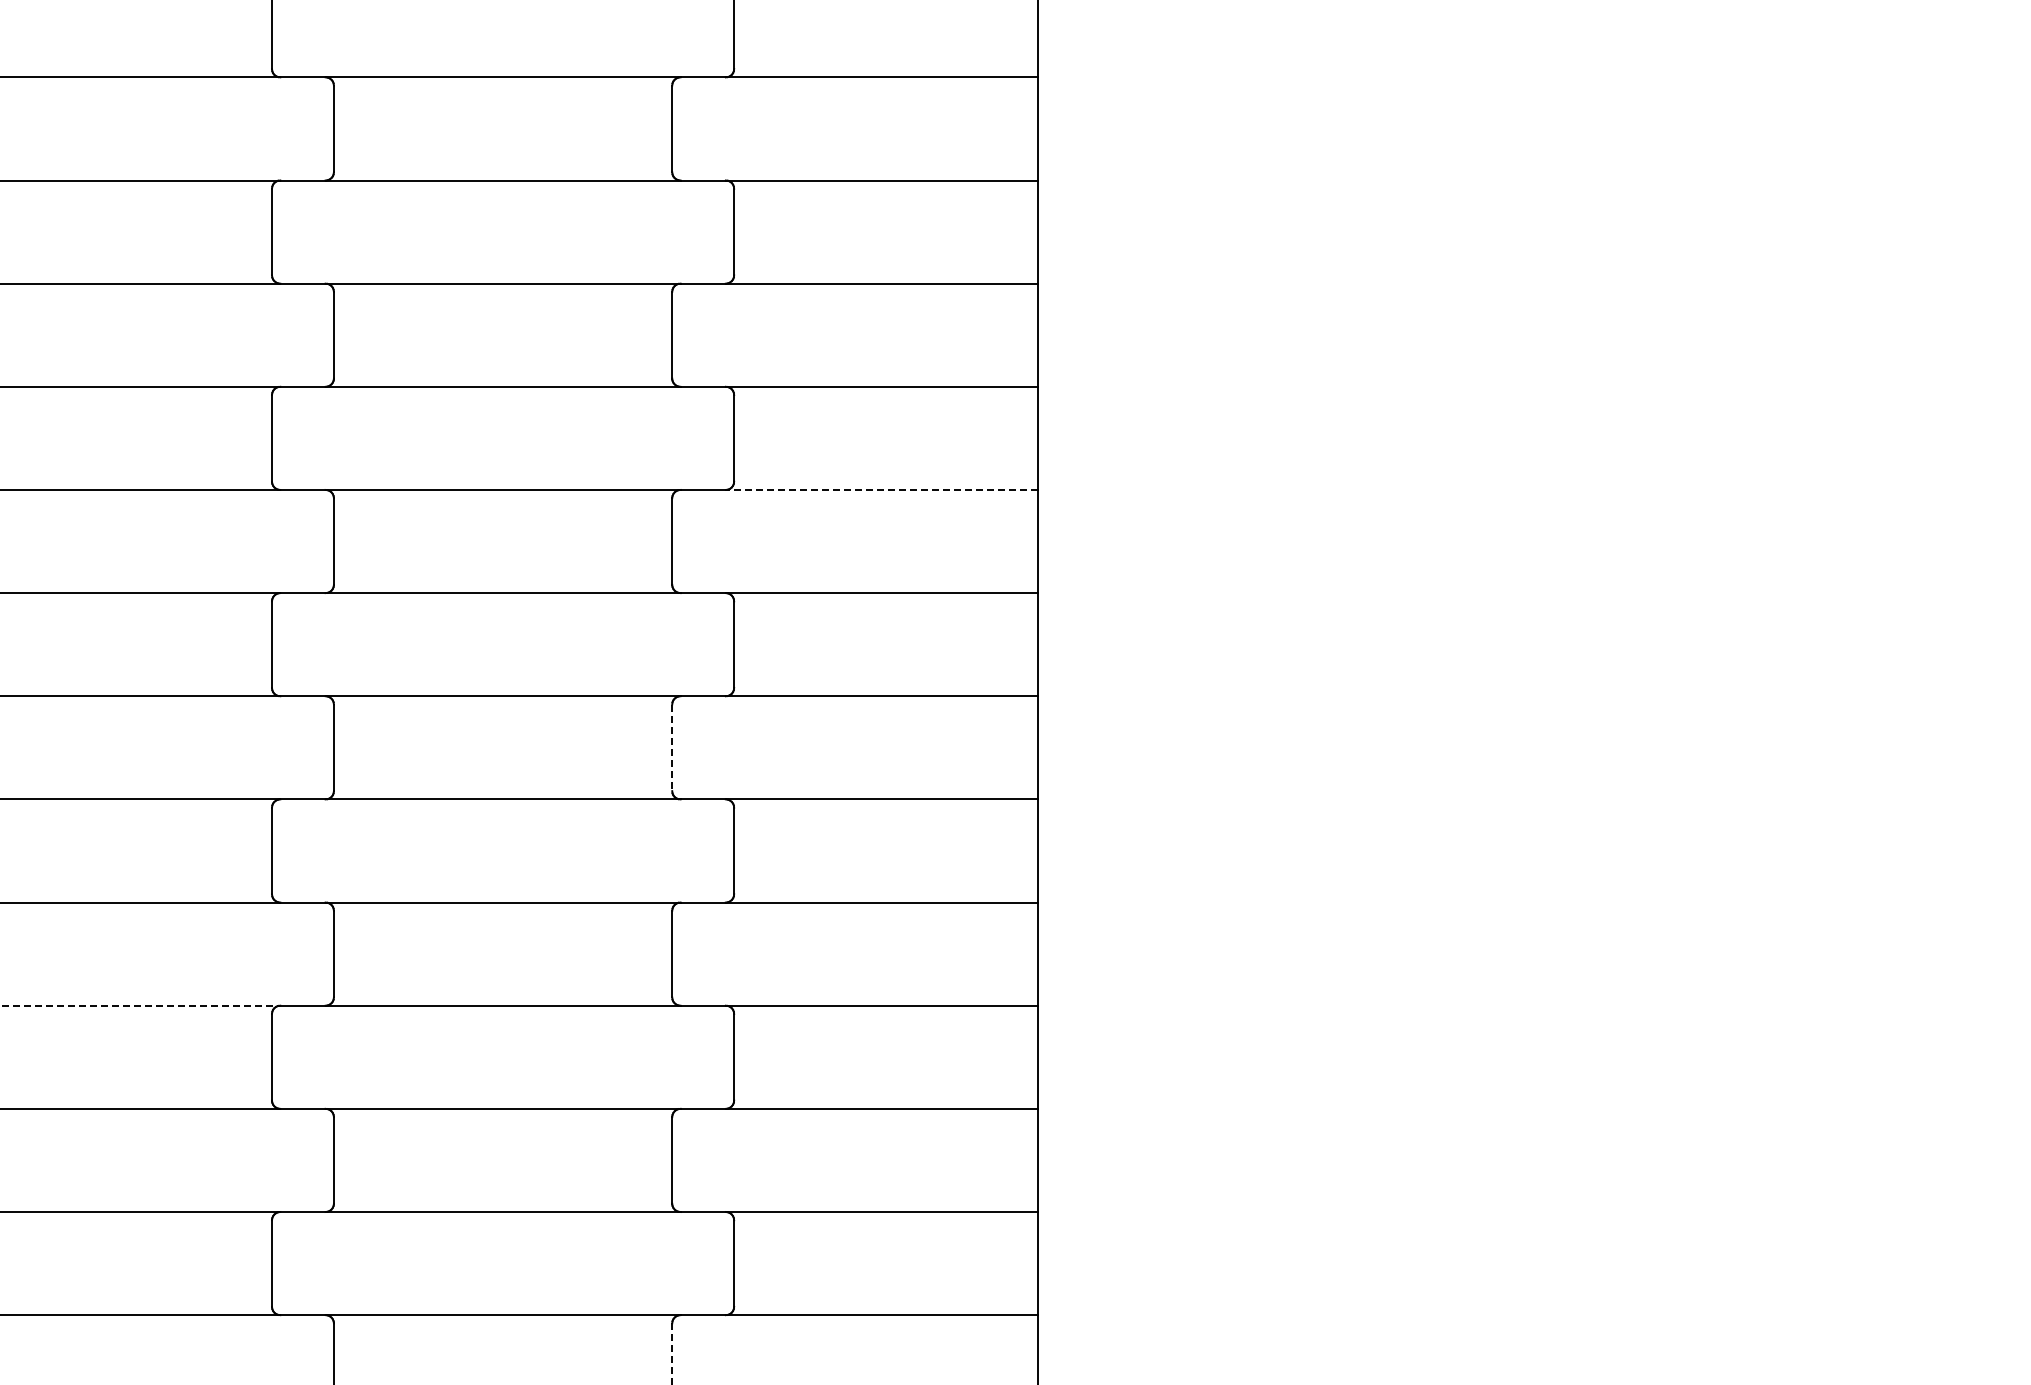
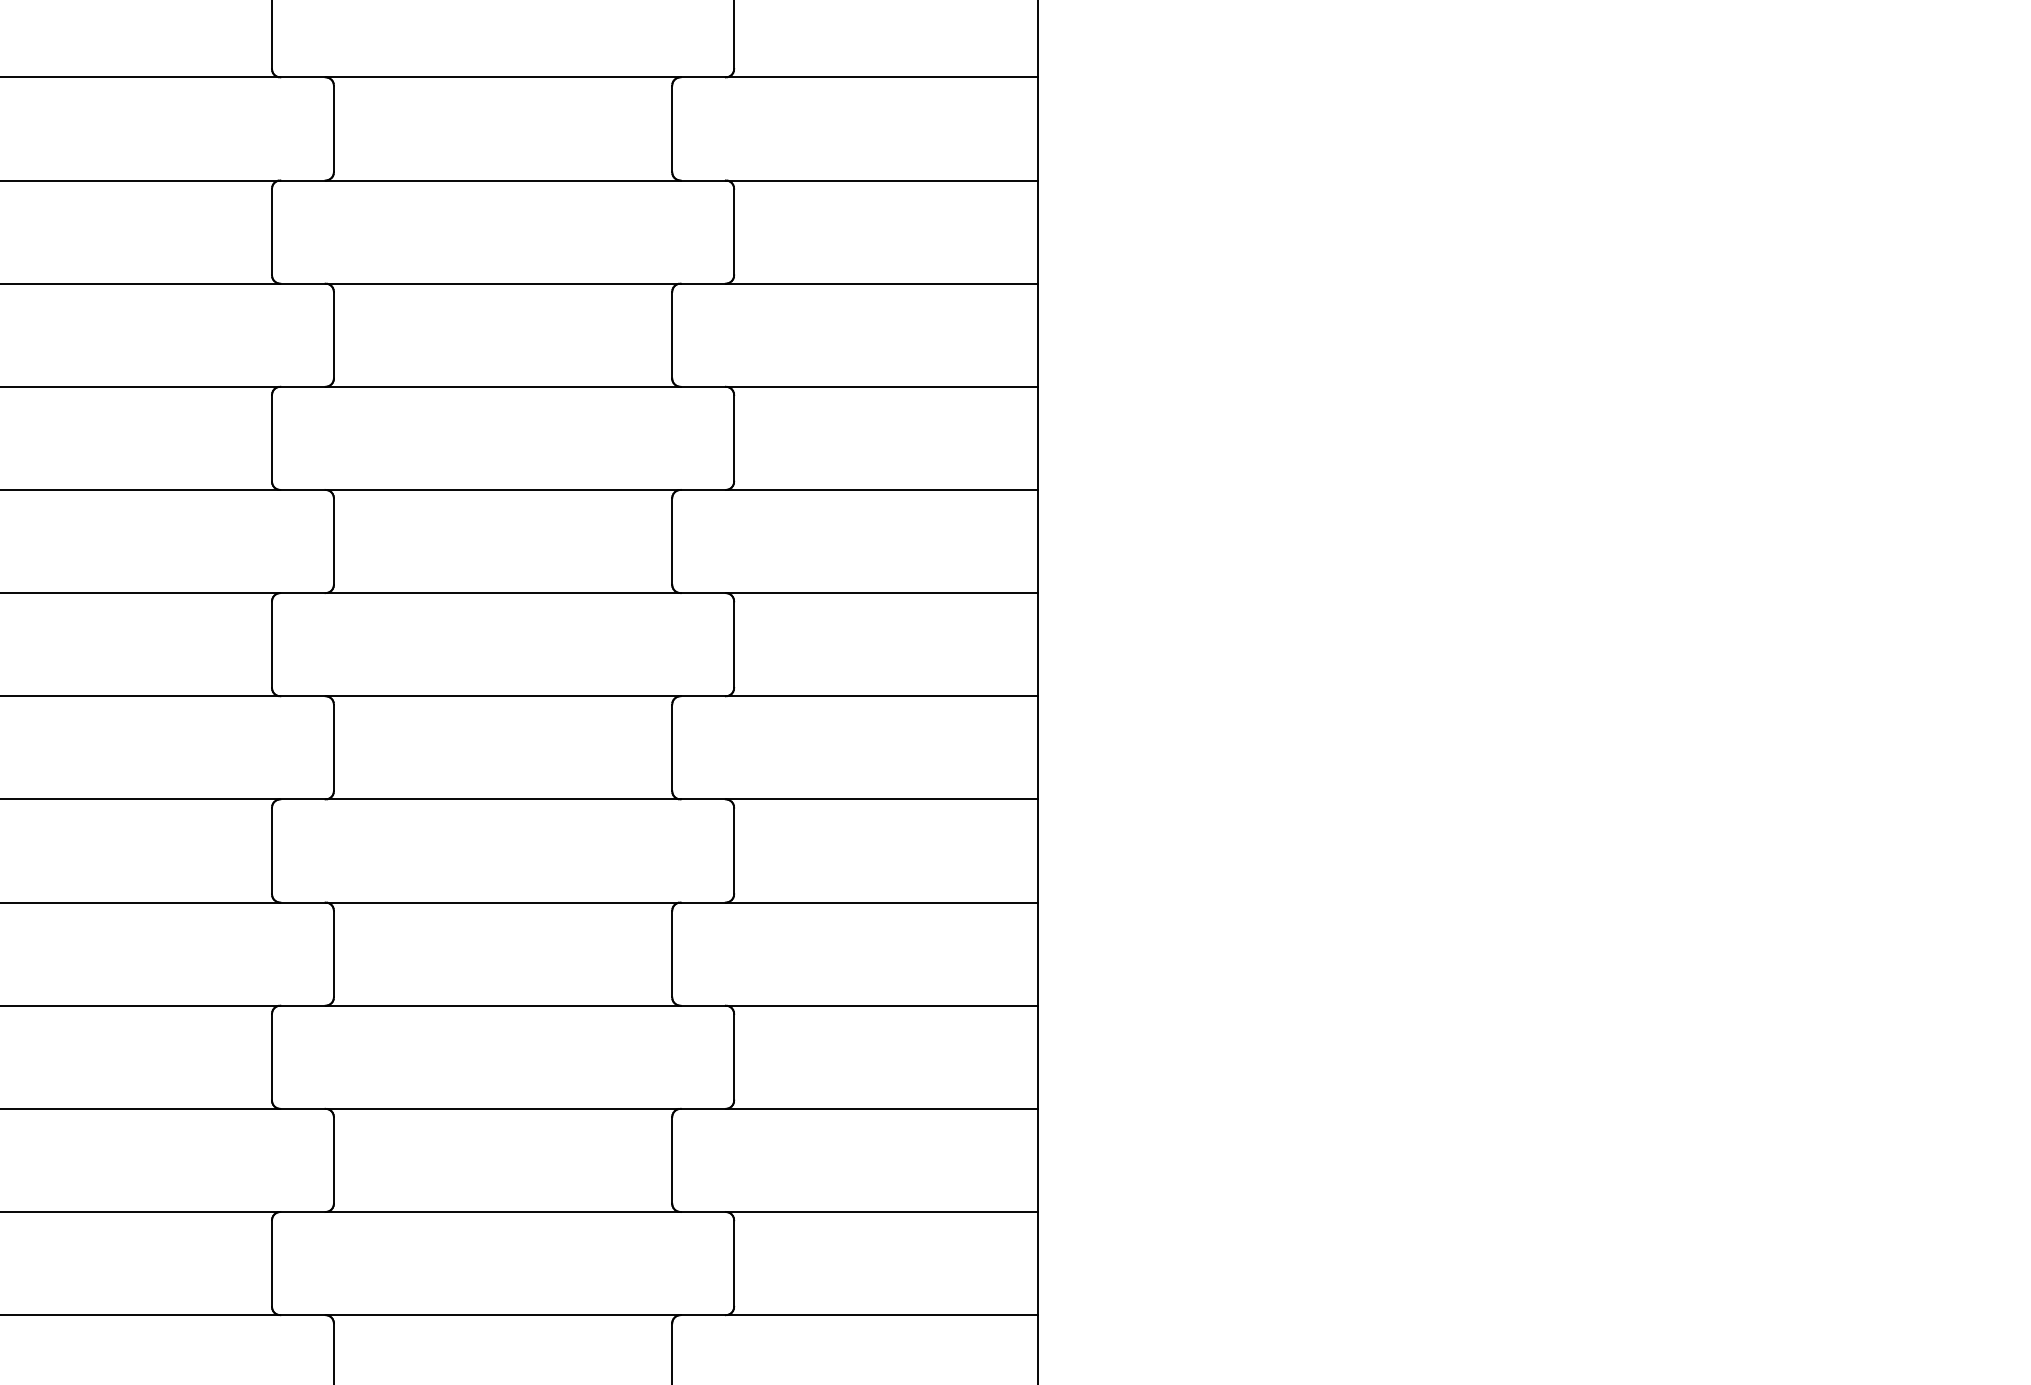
line at (881, 489): dashed -> solid
line at (672, 748): dashed -> solid
line at (140, 1005): dashed -> solid
line at (672, 1354): dashed -> solid
